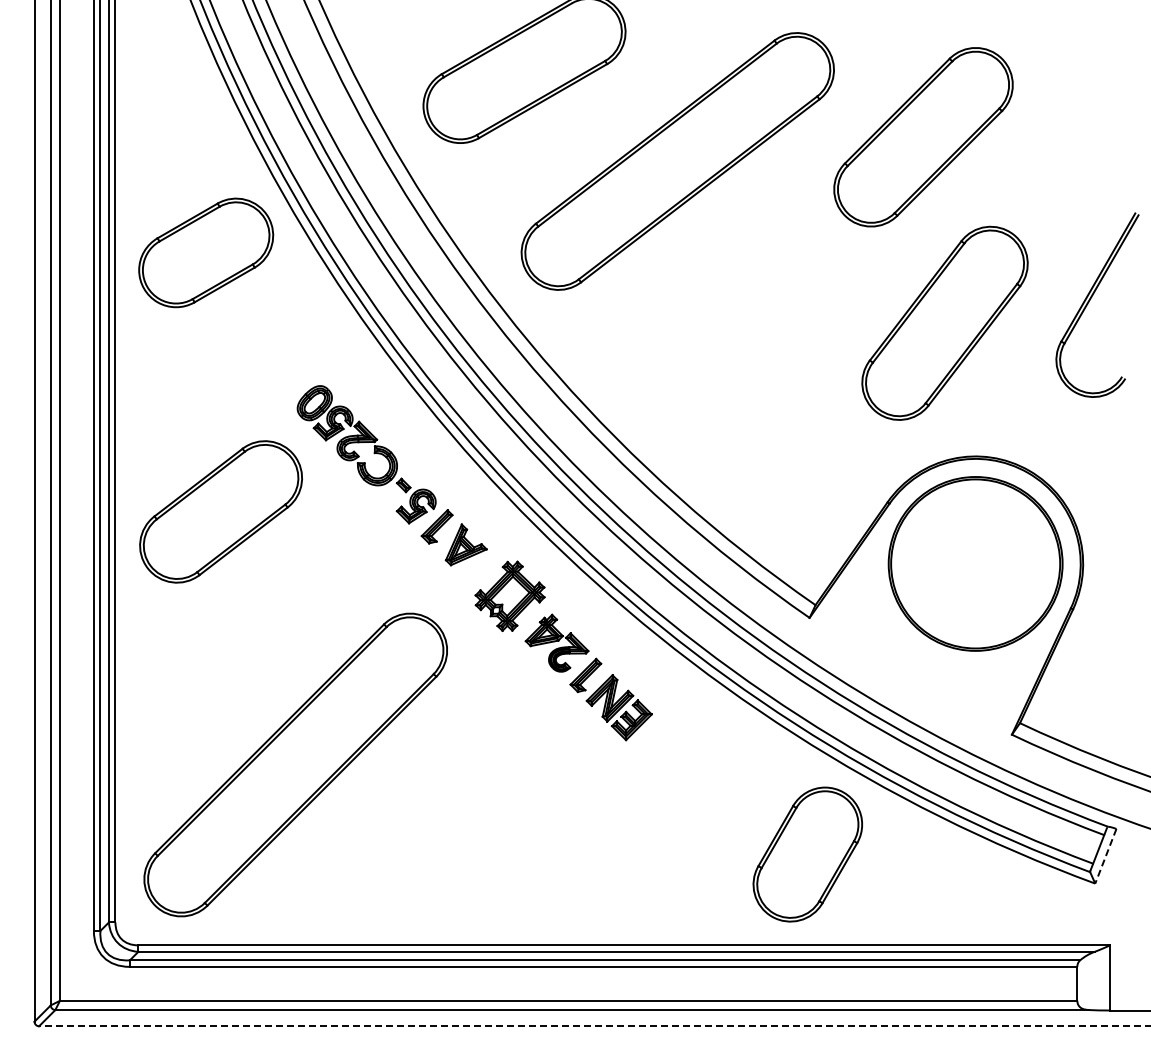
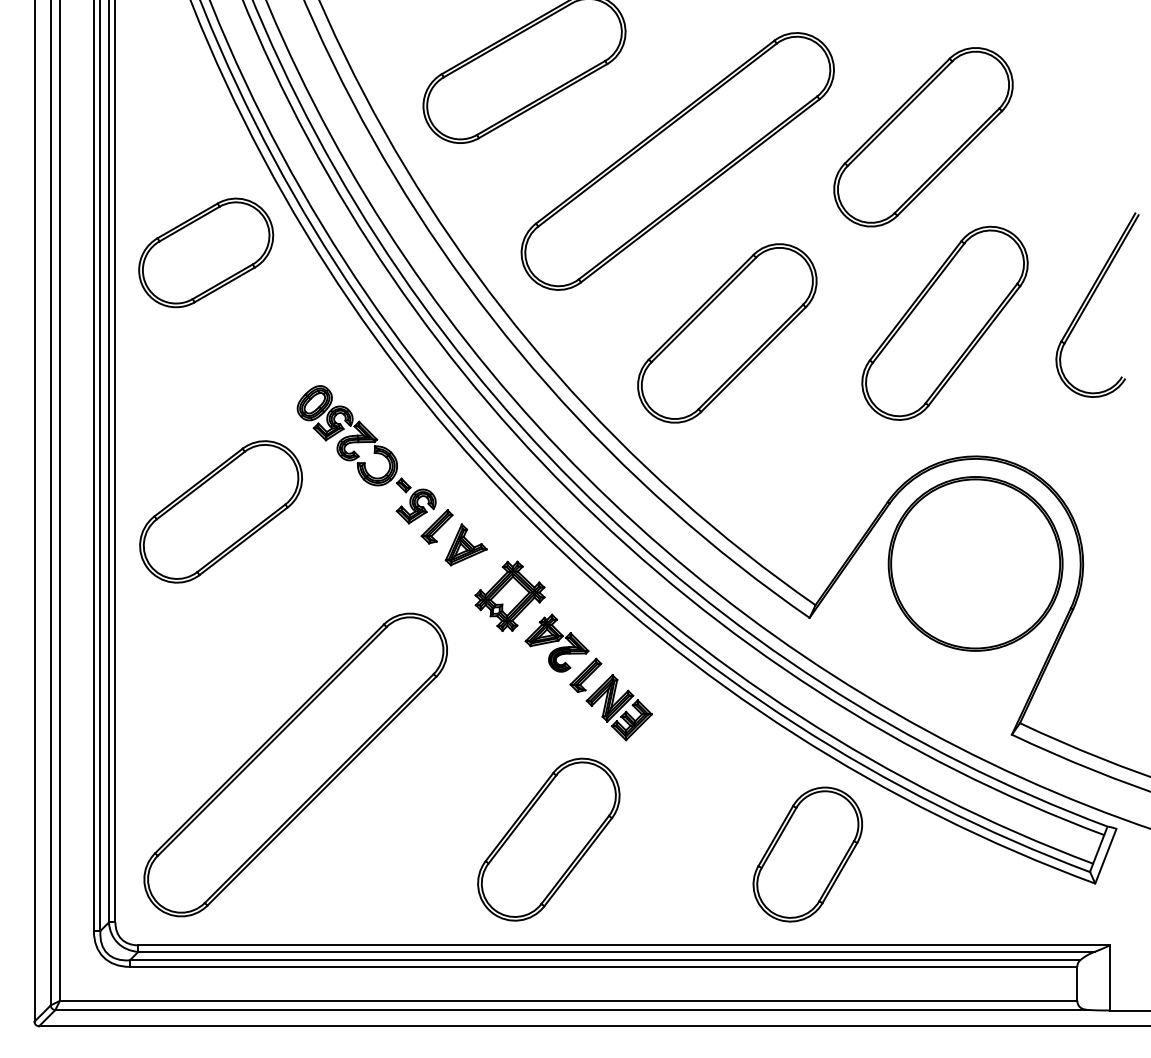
part at (727, 333): none -> present
part at (548, 839): none -> present
line at (1105, 856): dashed -> solid
line at (594, 1026): dashed -> solid
